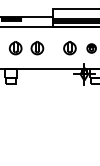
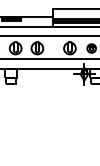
line at (49, 36): none -> present
line at (49, 58): none -> present
